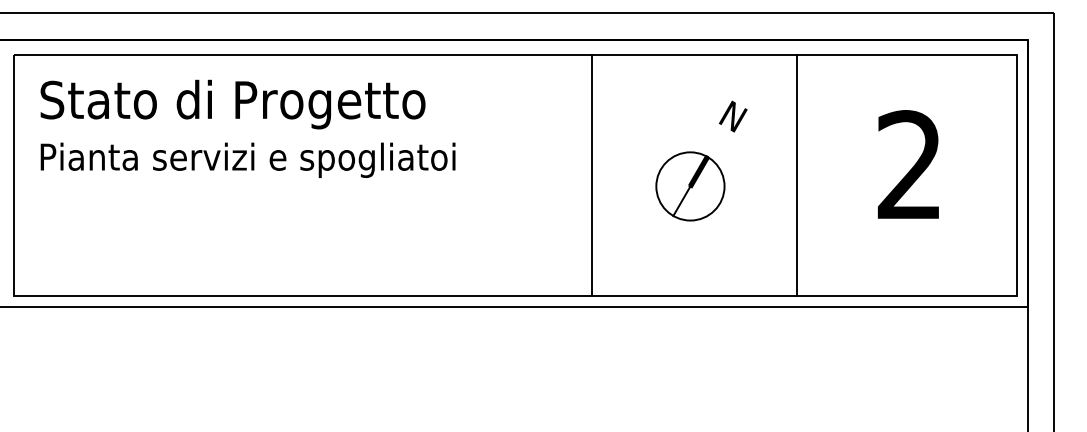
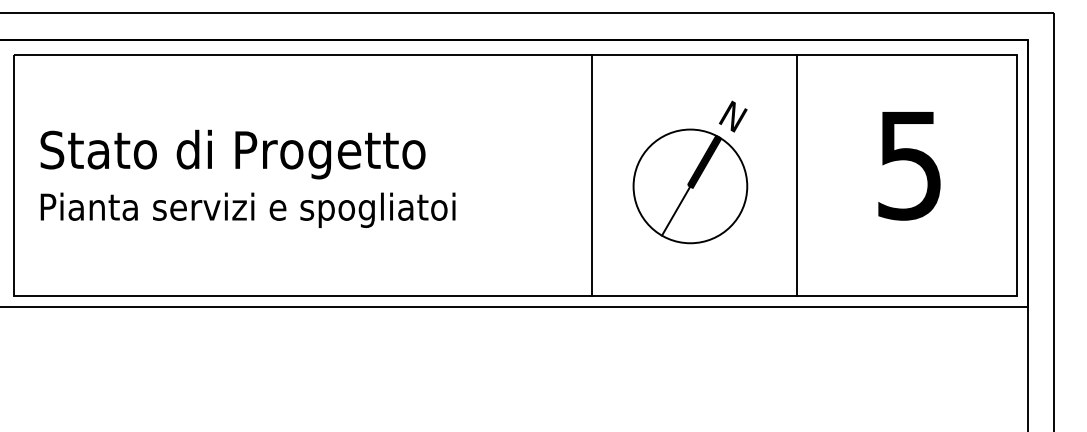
text at (247, 128) position: (247, 128) -> (247, 178)
text at (908, 165): 2 -> 5
part at (690, 186) size: 71x71 px -> 117x117 px
